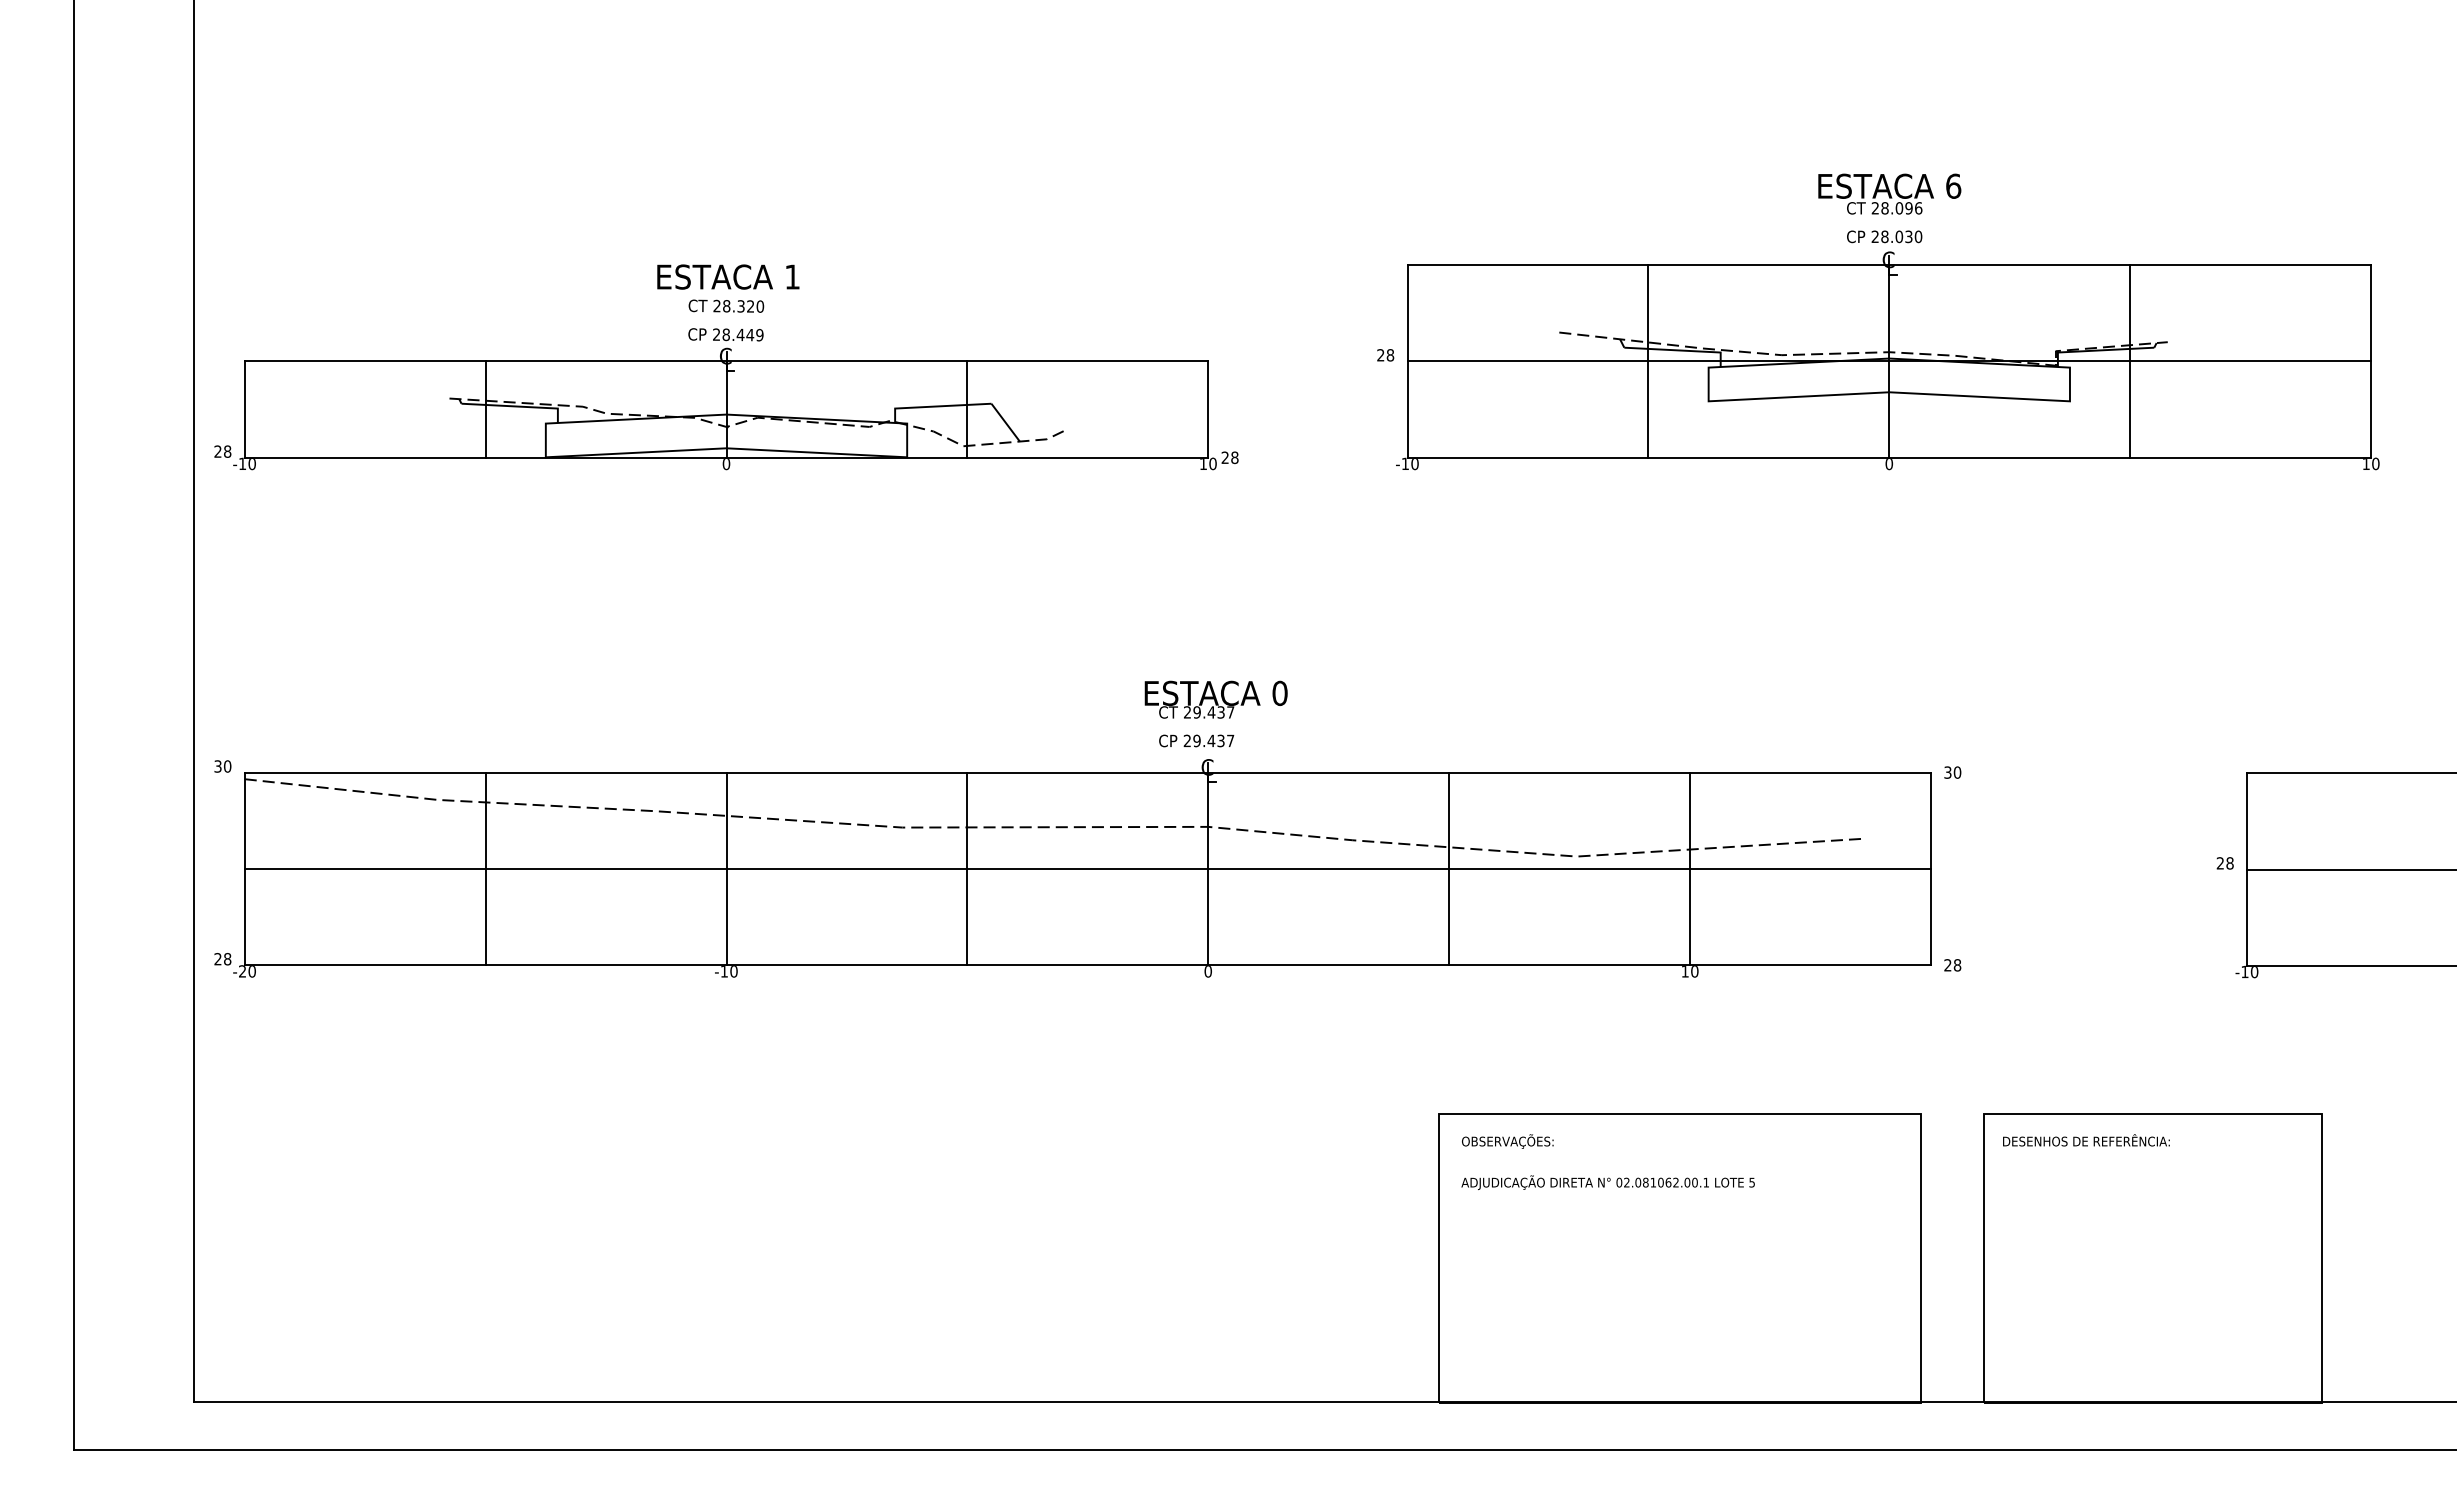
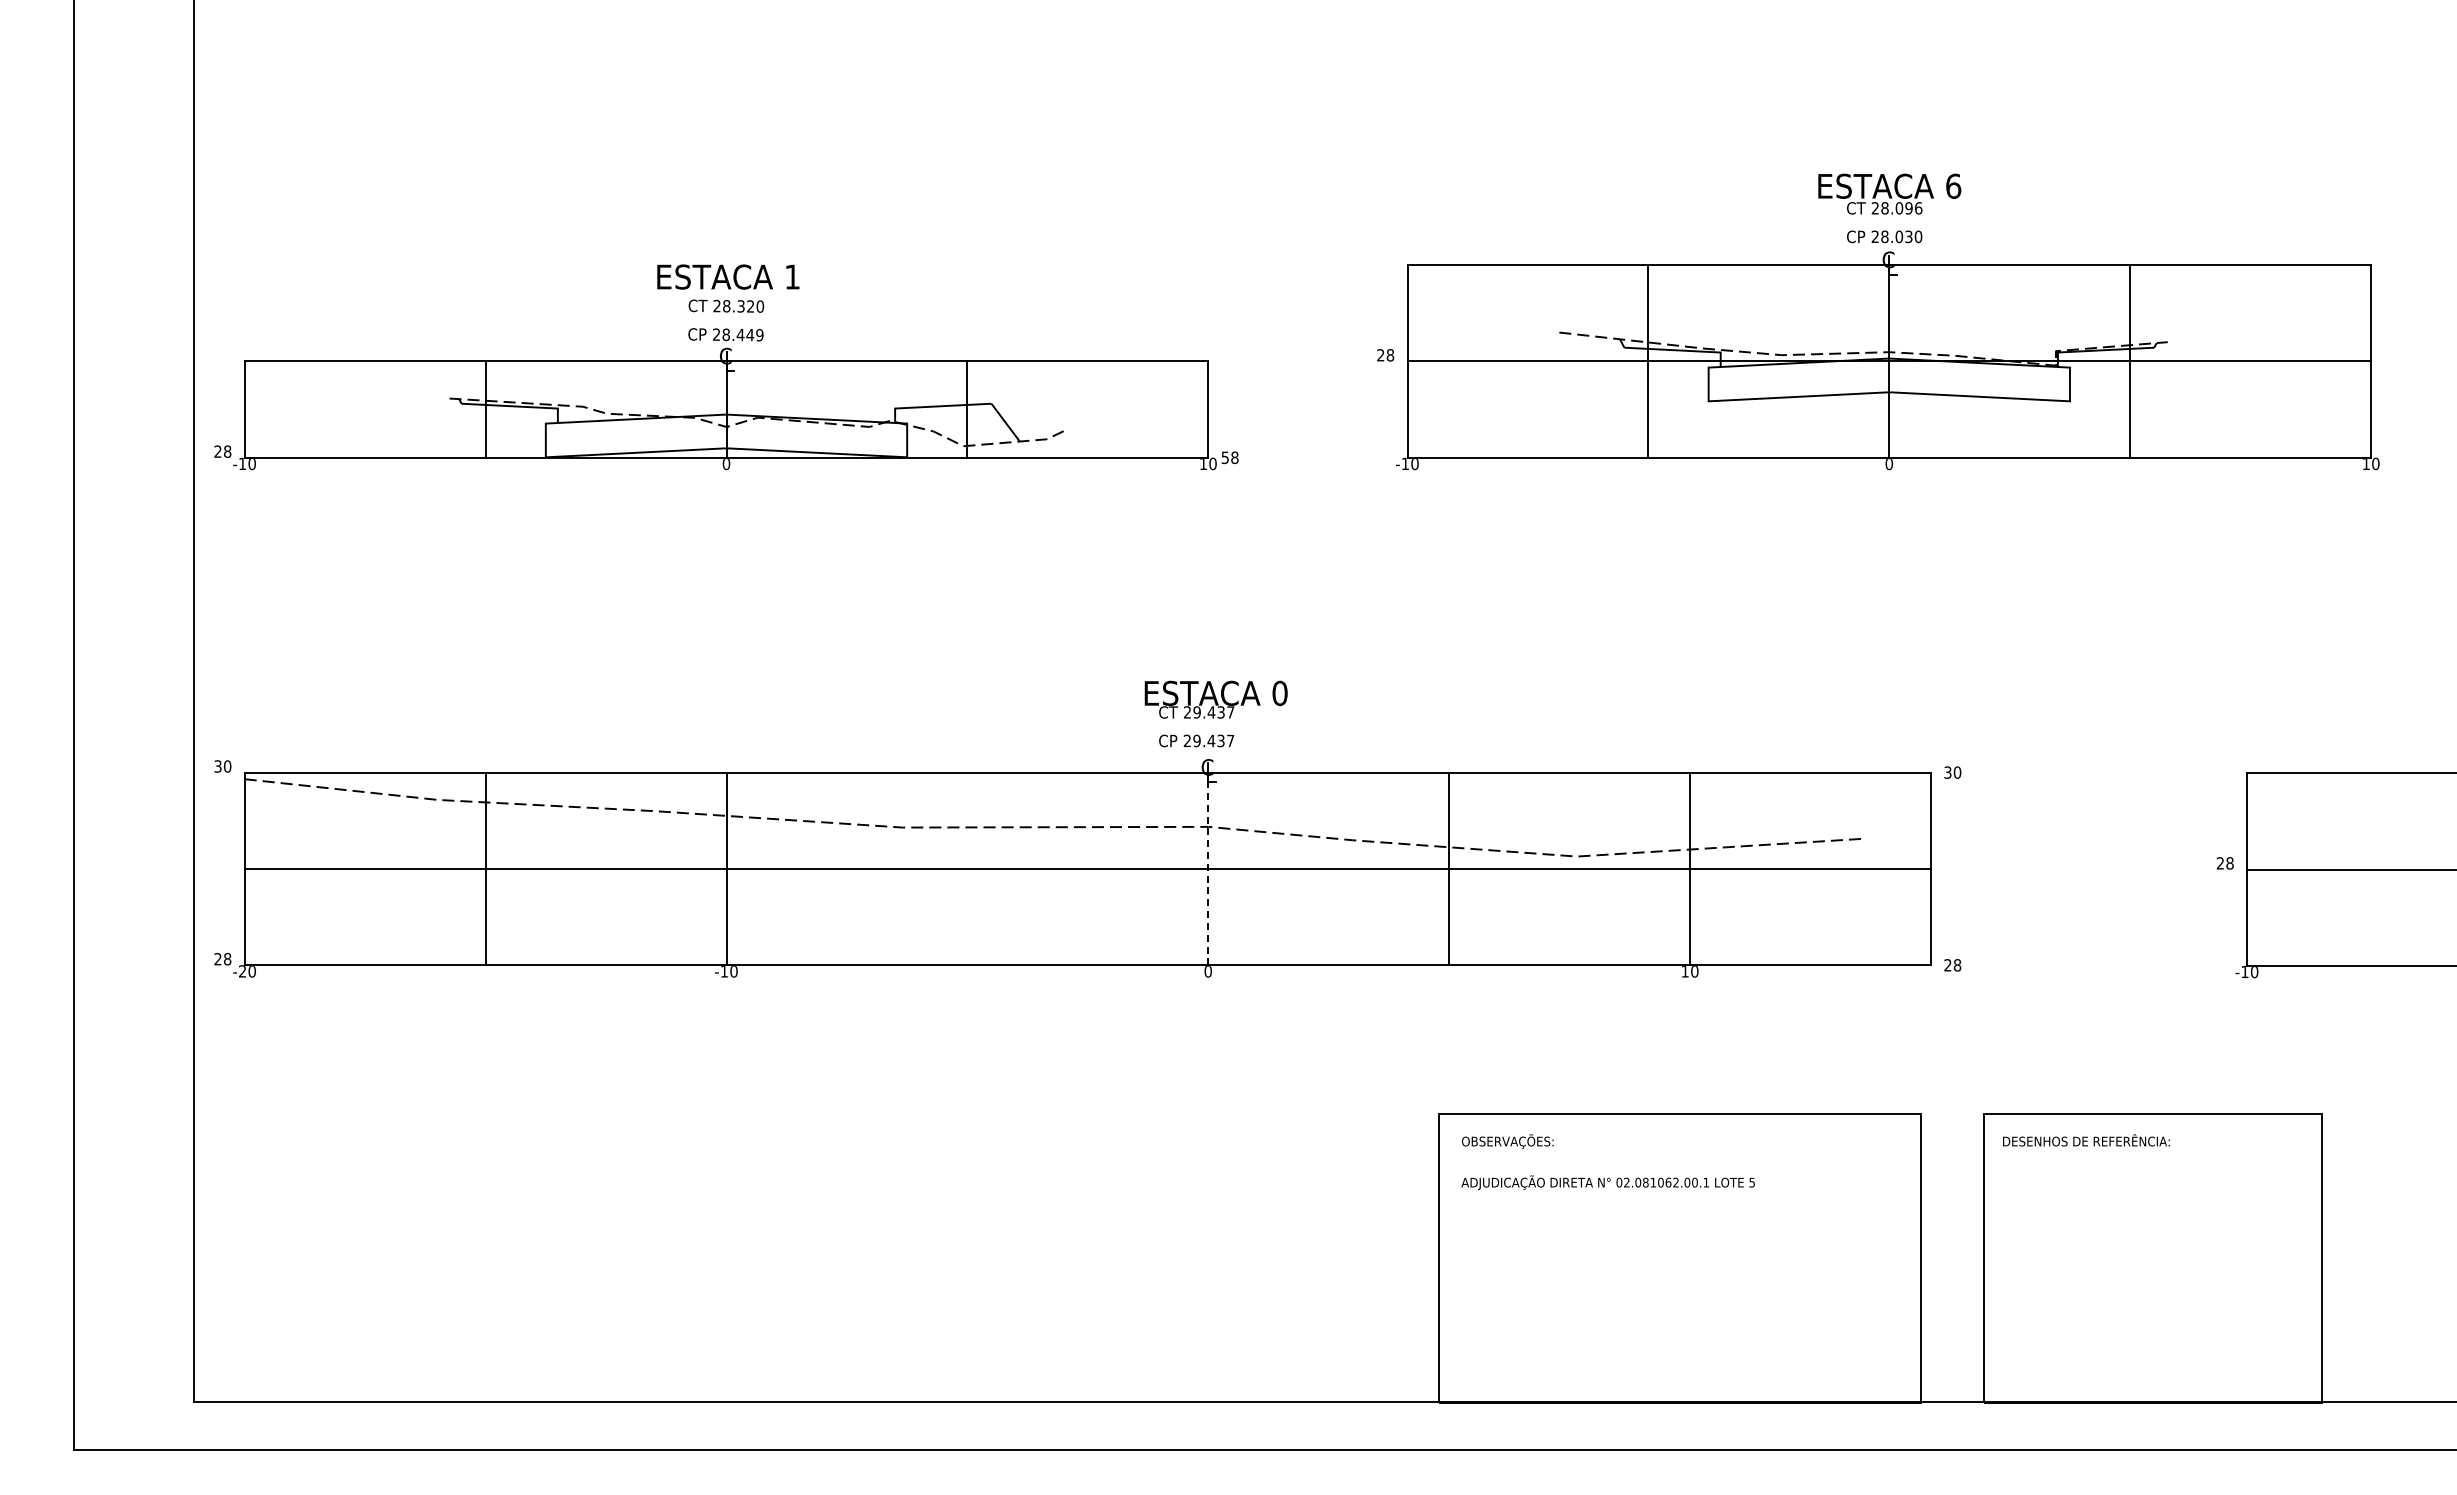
text at (1224, 457): 28 -> 58
line at (967, 868): present -> none
line at (1208, 868): solid -> dashed
